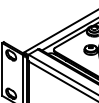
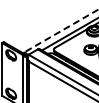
line at (60, 31): solid -> dashed
